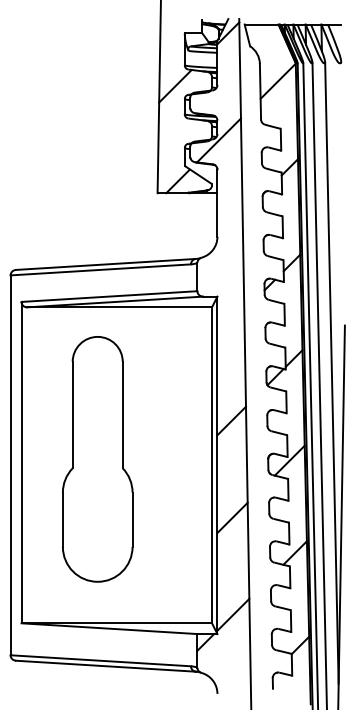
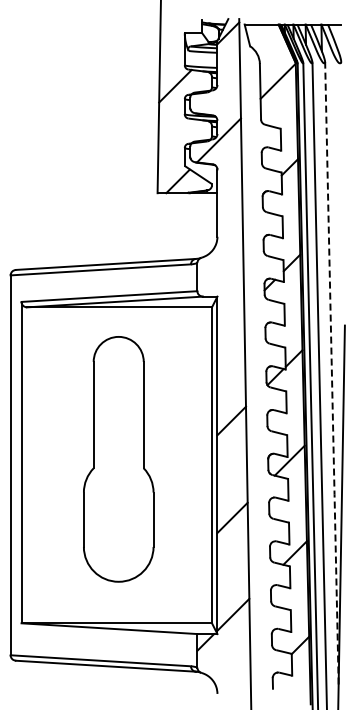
line at (331, 373): solid -> dashed
part at (97, 459) position: (97, 459) -> (118, 459)
